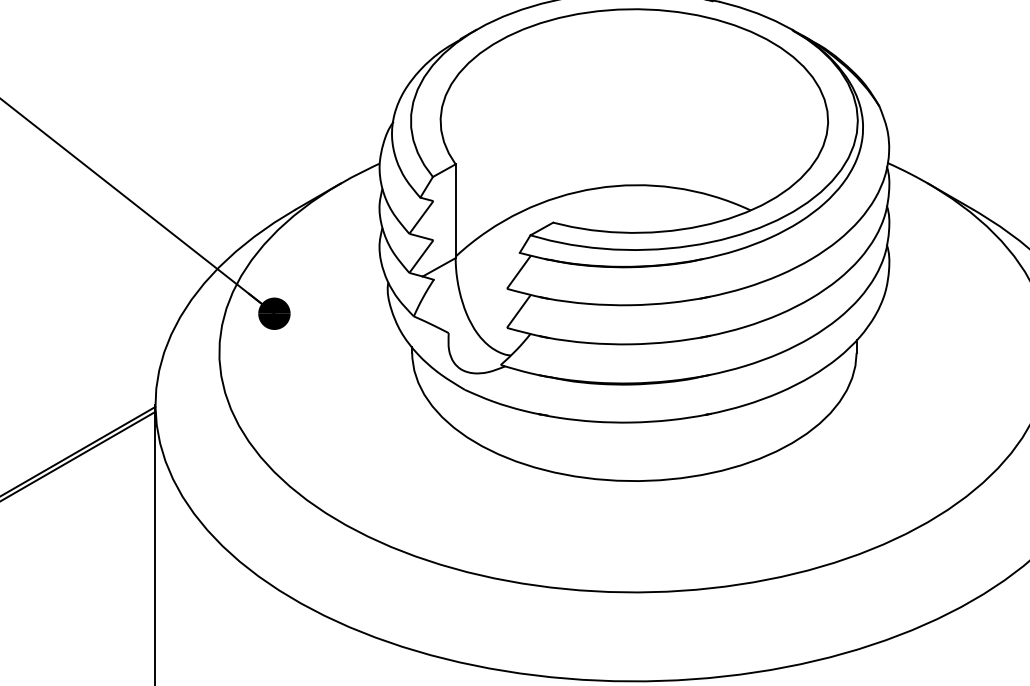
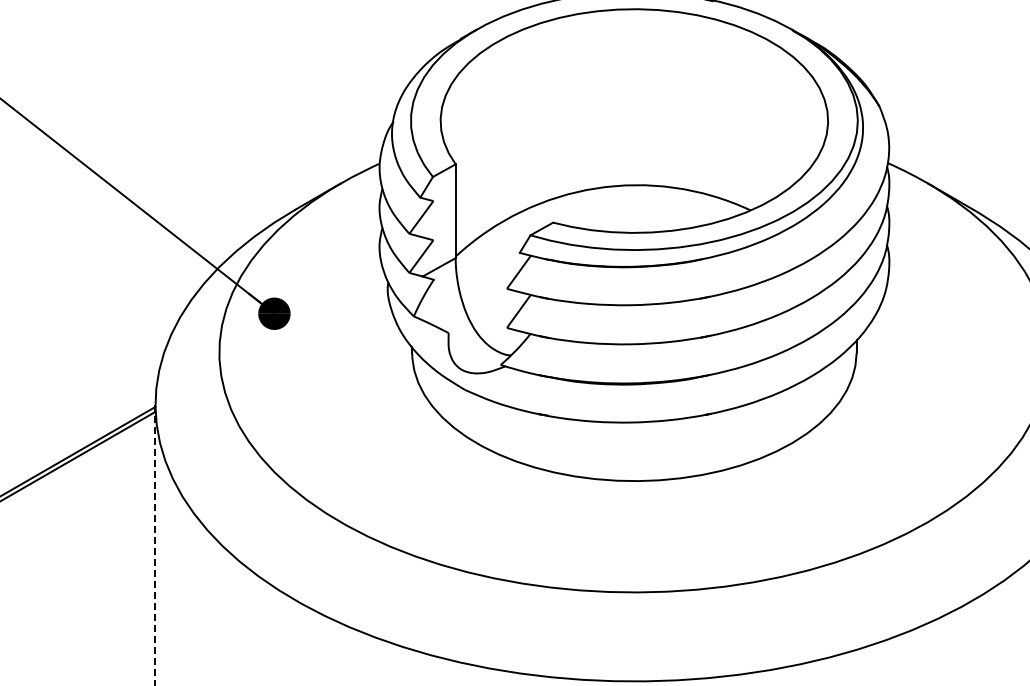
line at (155, 545): solid -> dashed
